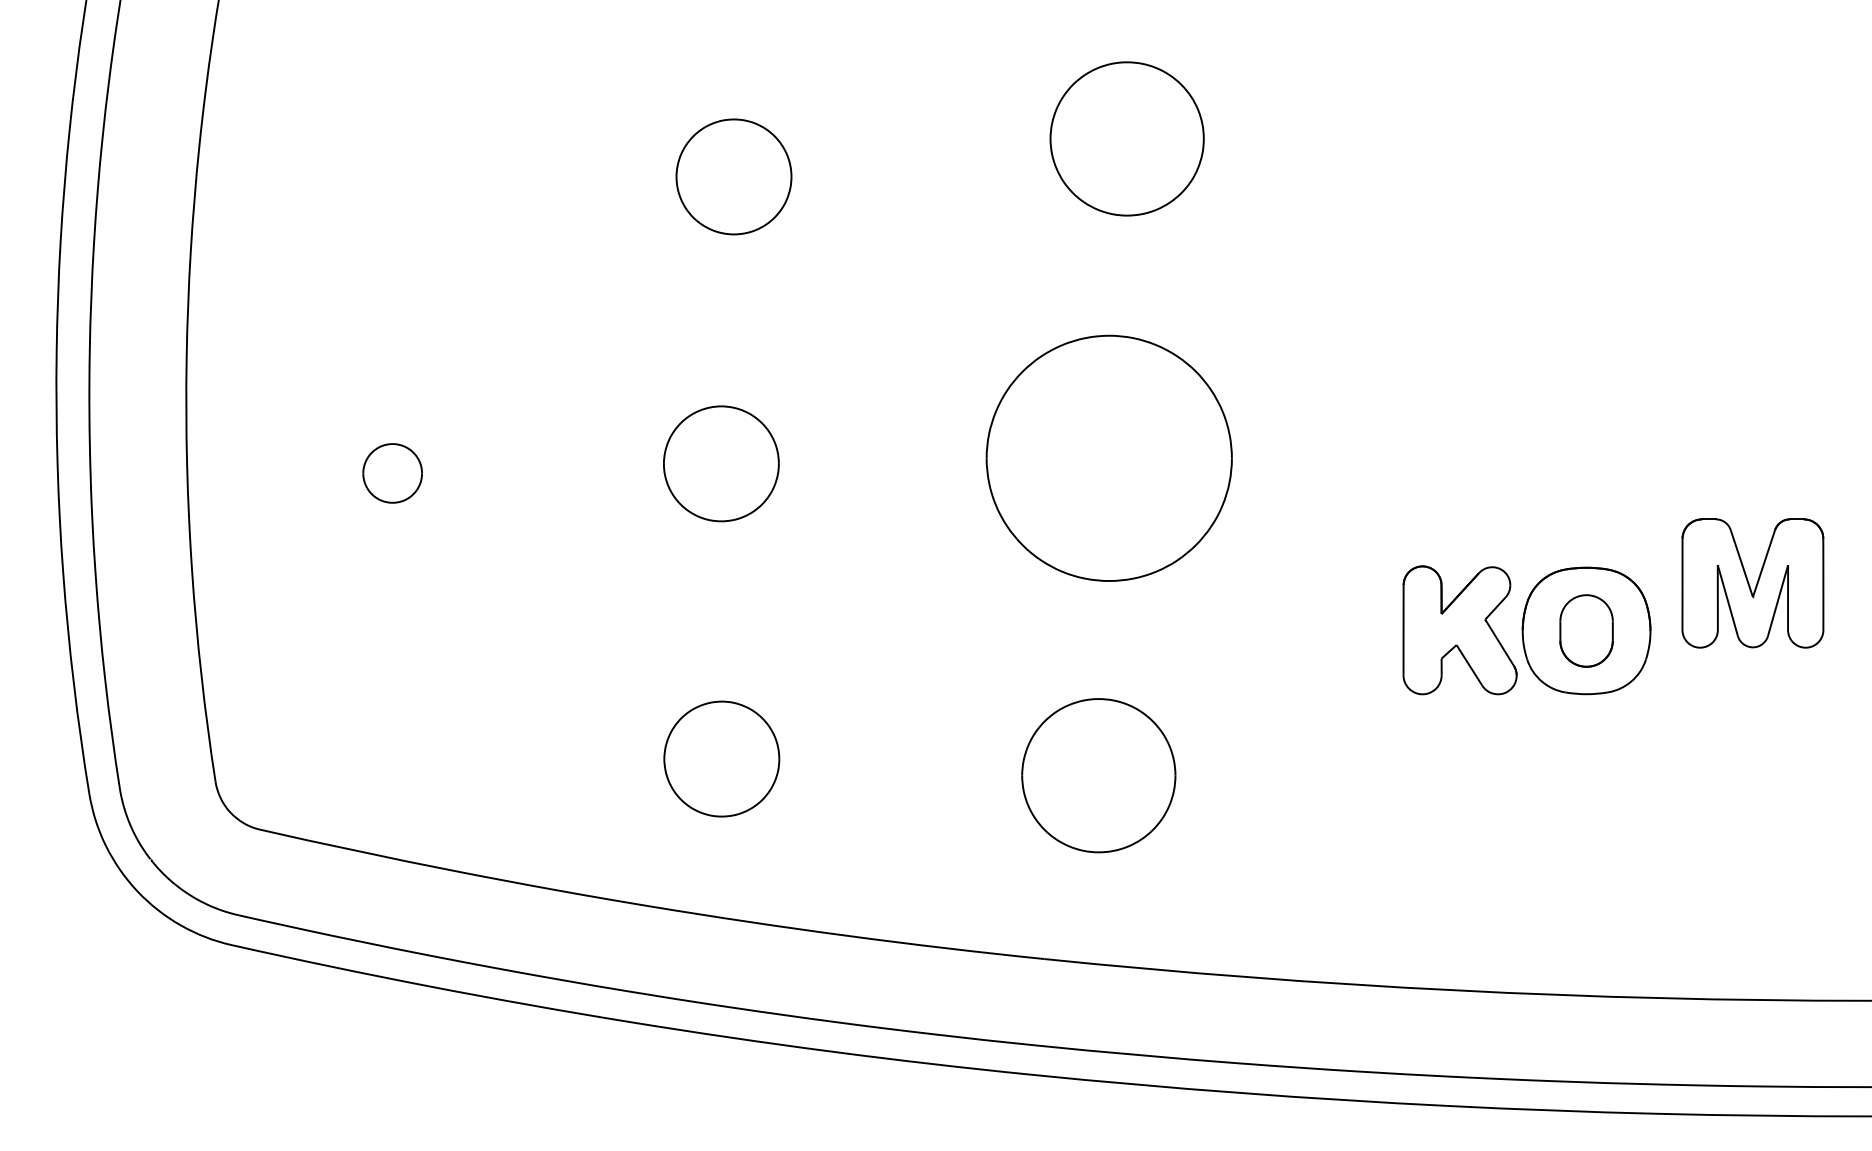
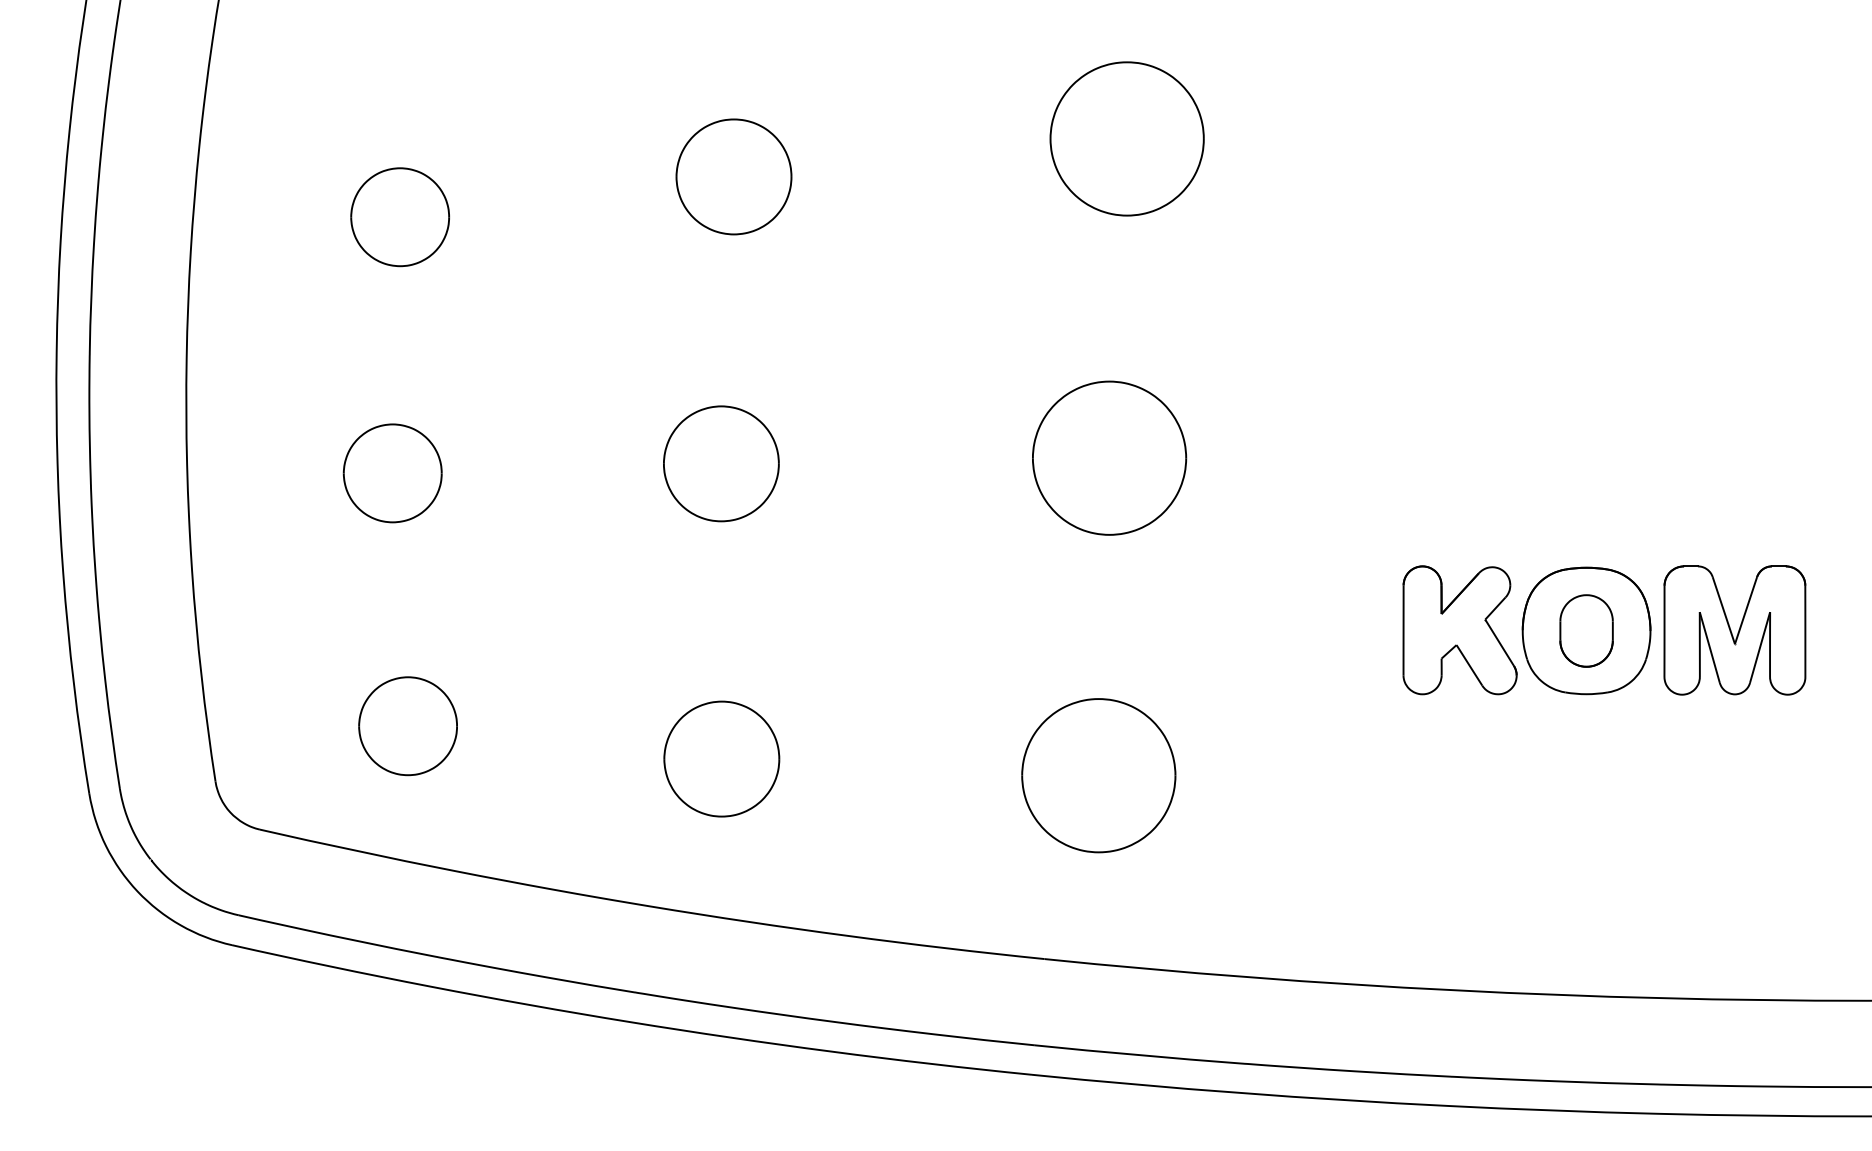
part at (399, 217): none -> present
part at (1108, 457) size: 248x248 px -> 156x156 px
part at (392, 473) size: 61x61 px -> 101x101 px
part at (1752, 583) position: (1752, 583) -> (1734, 630)
part at (407, 726): none -> present
